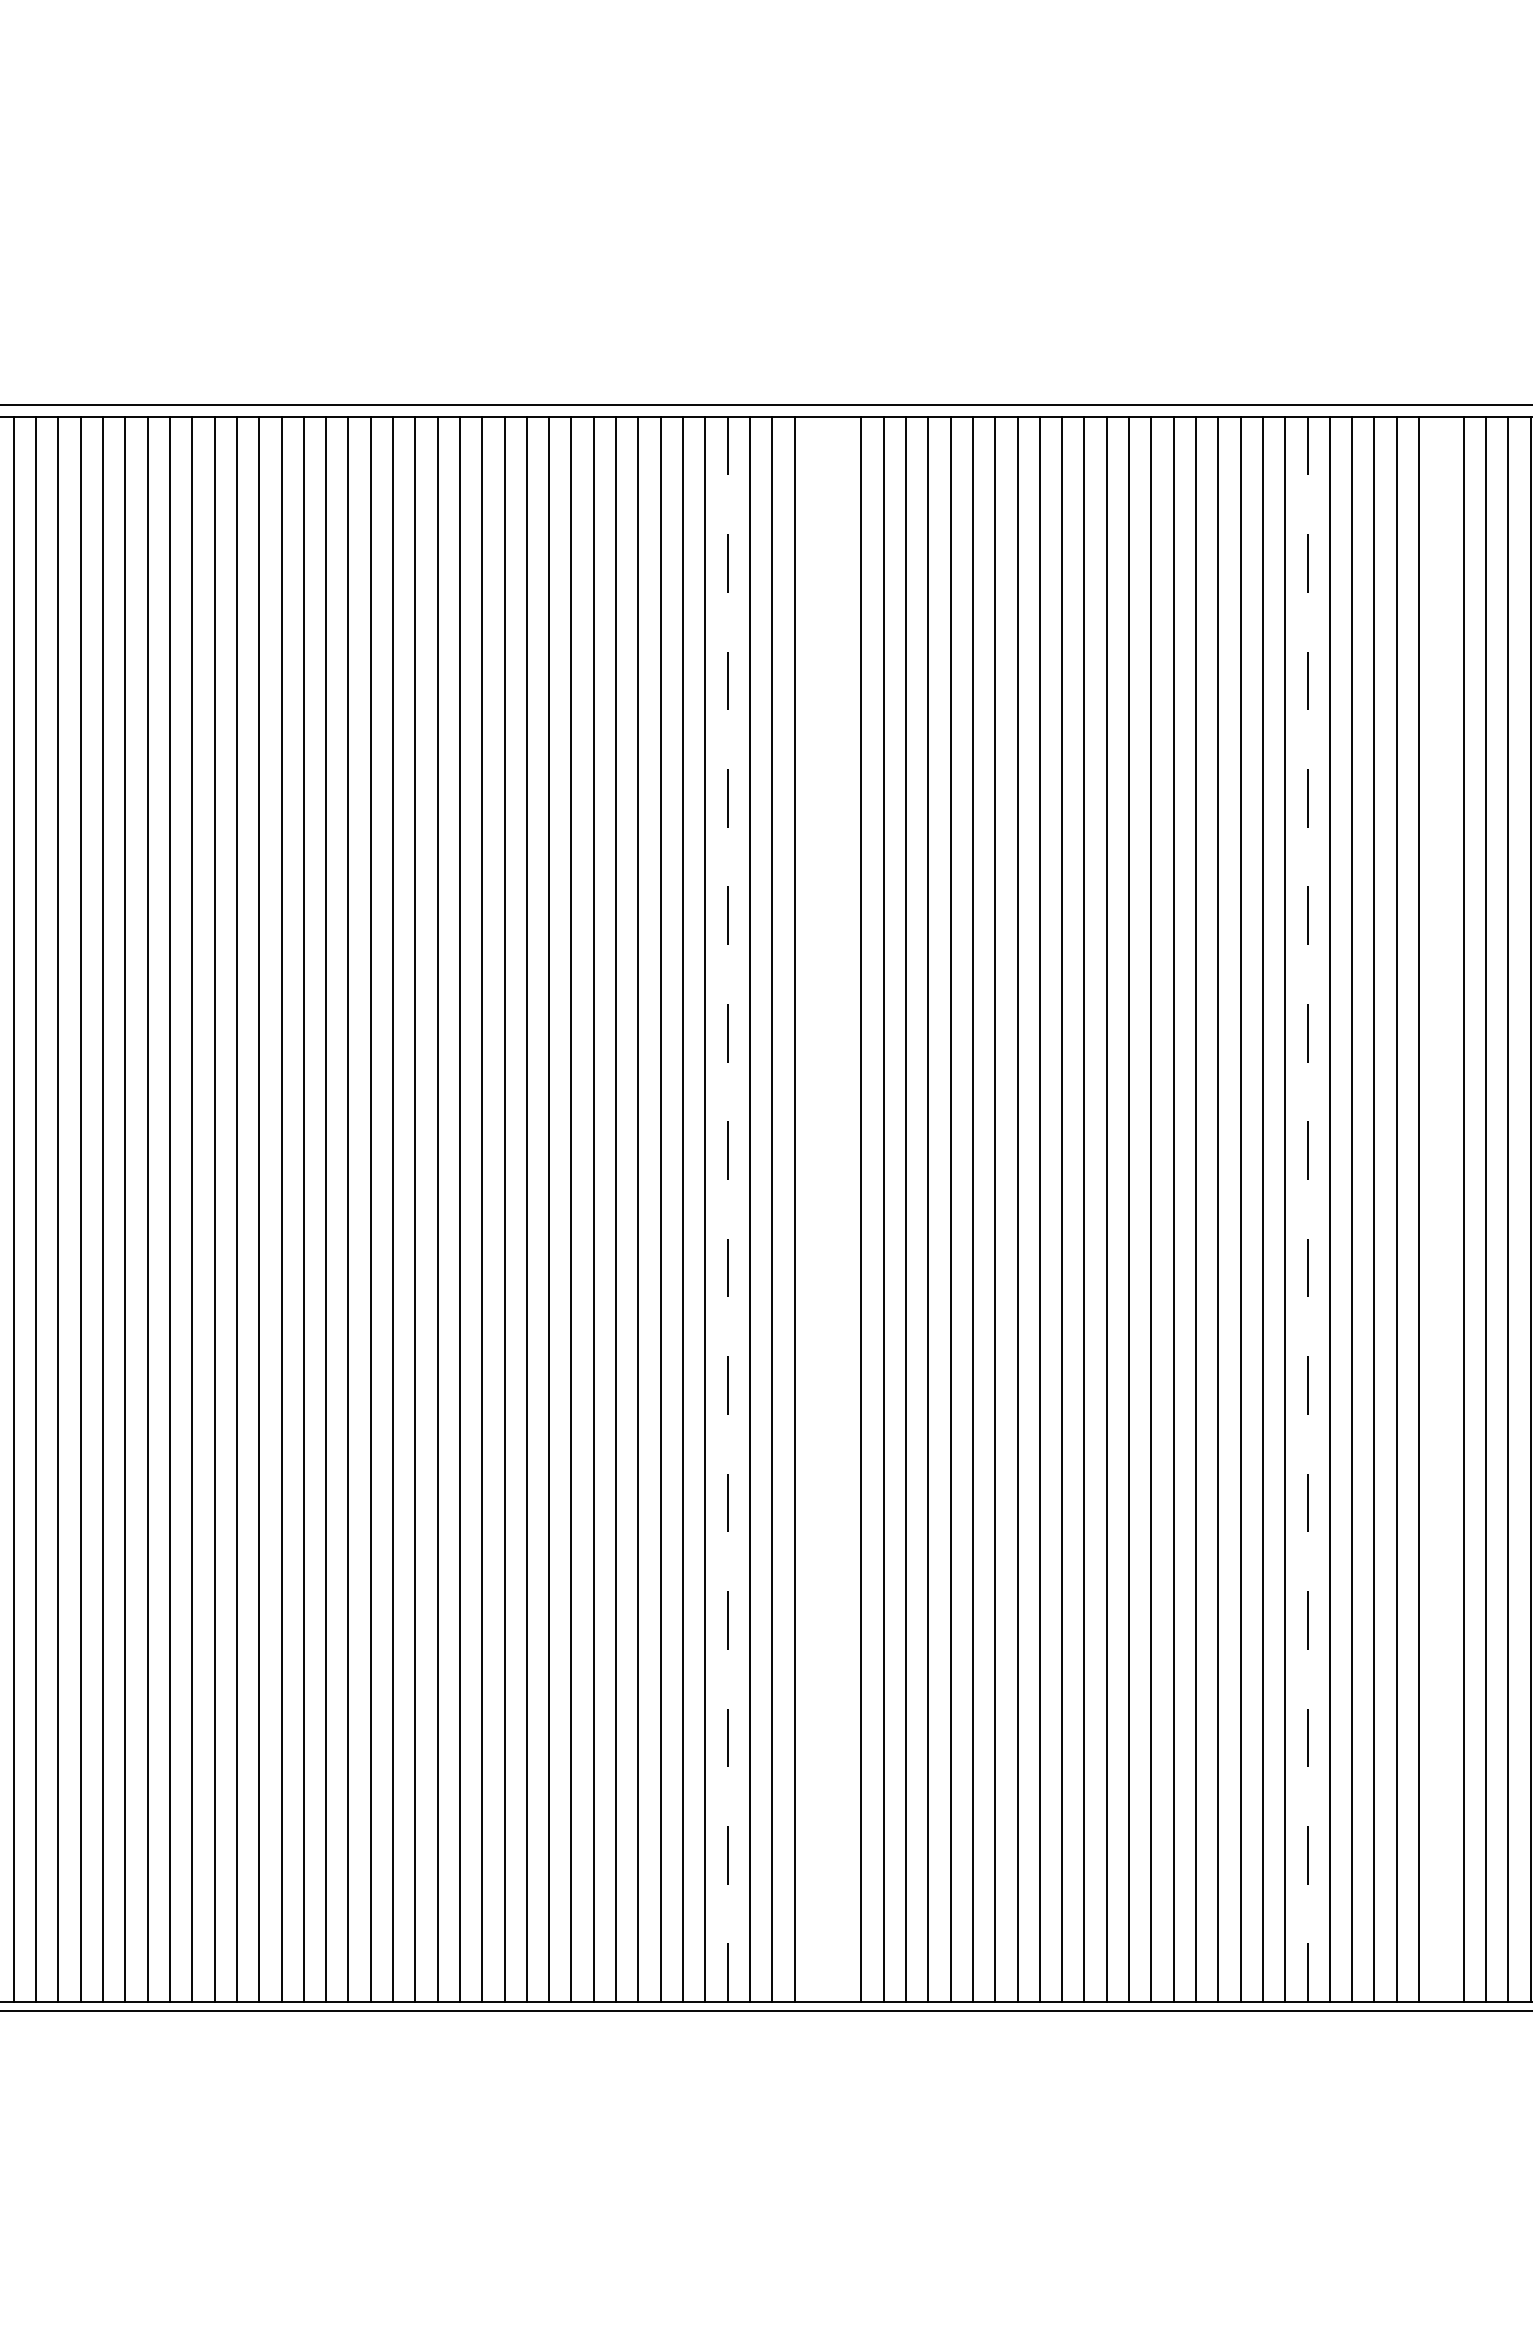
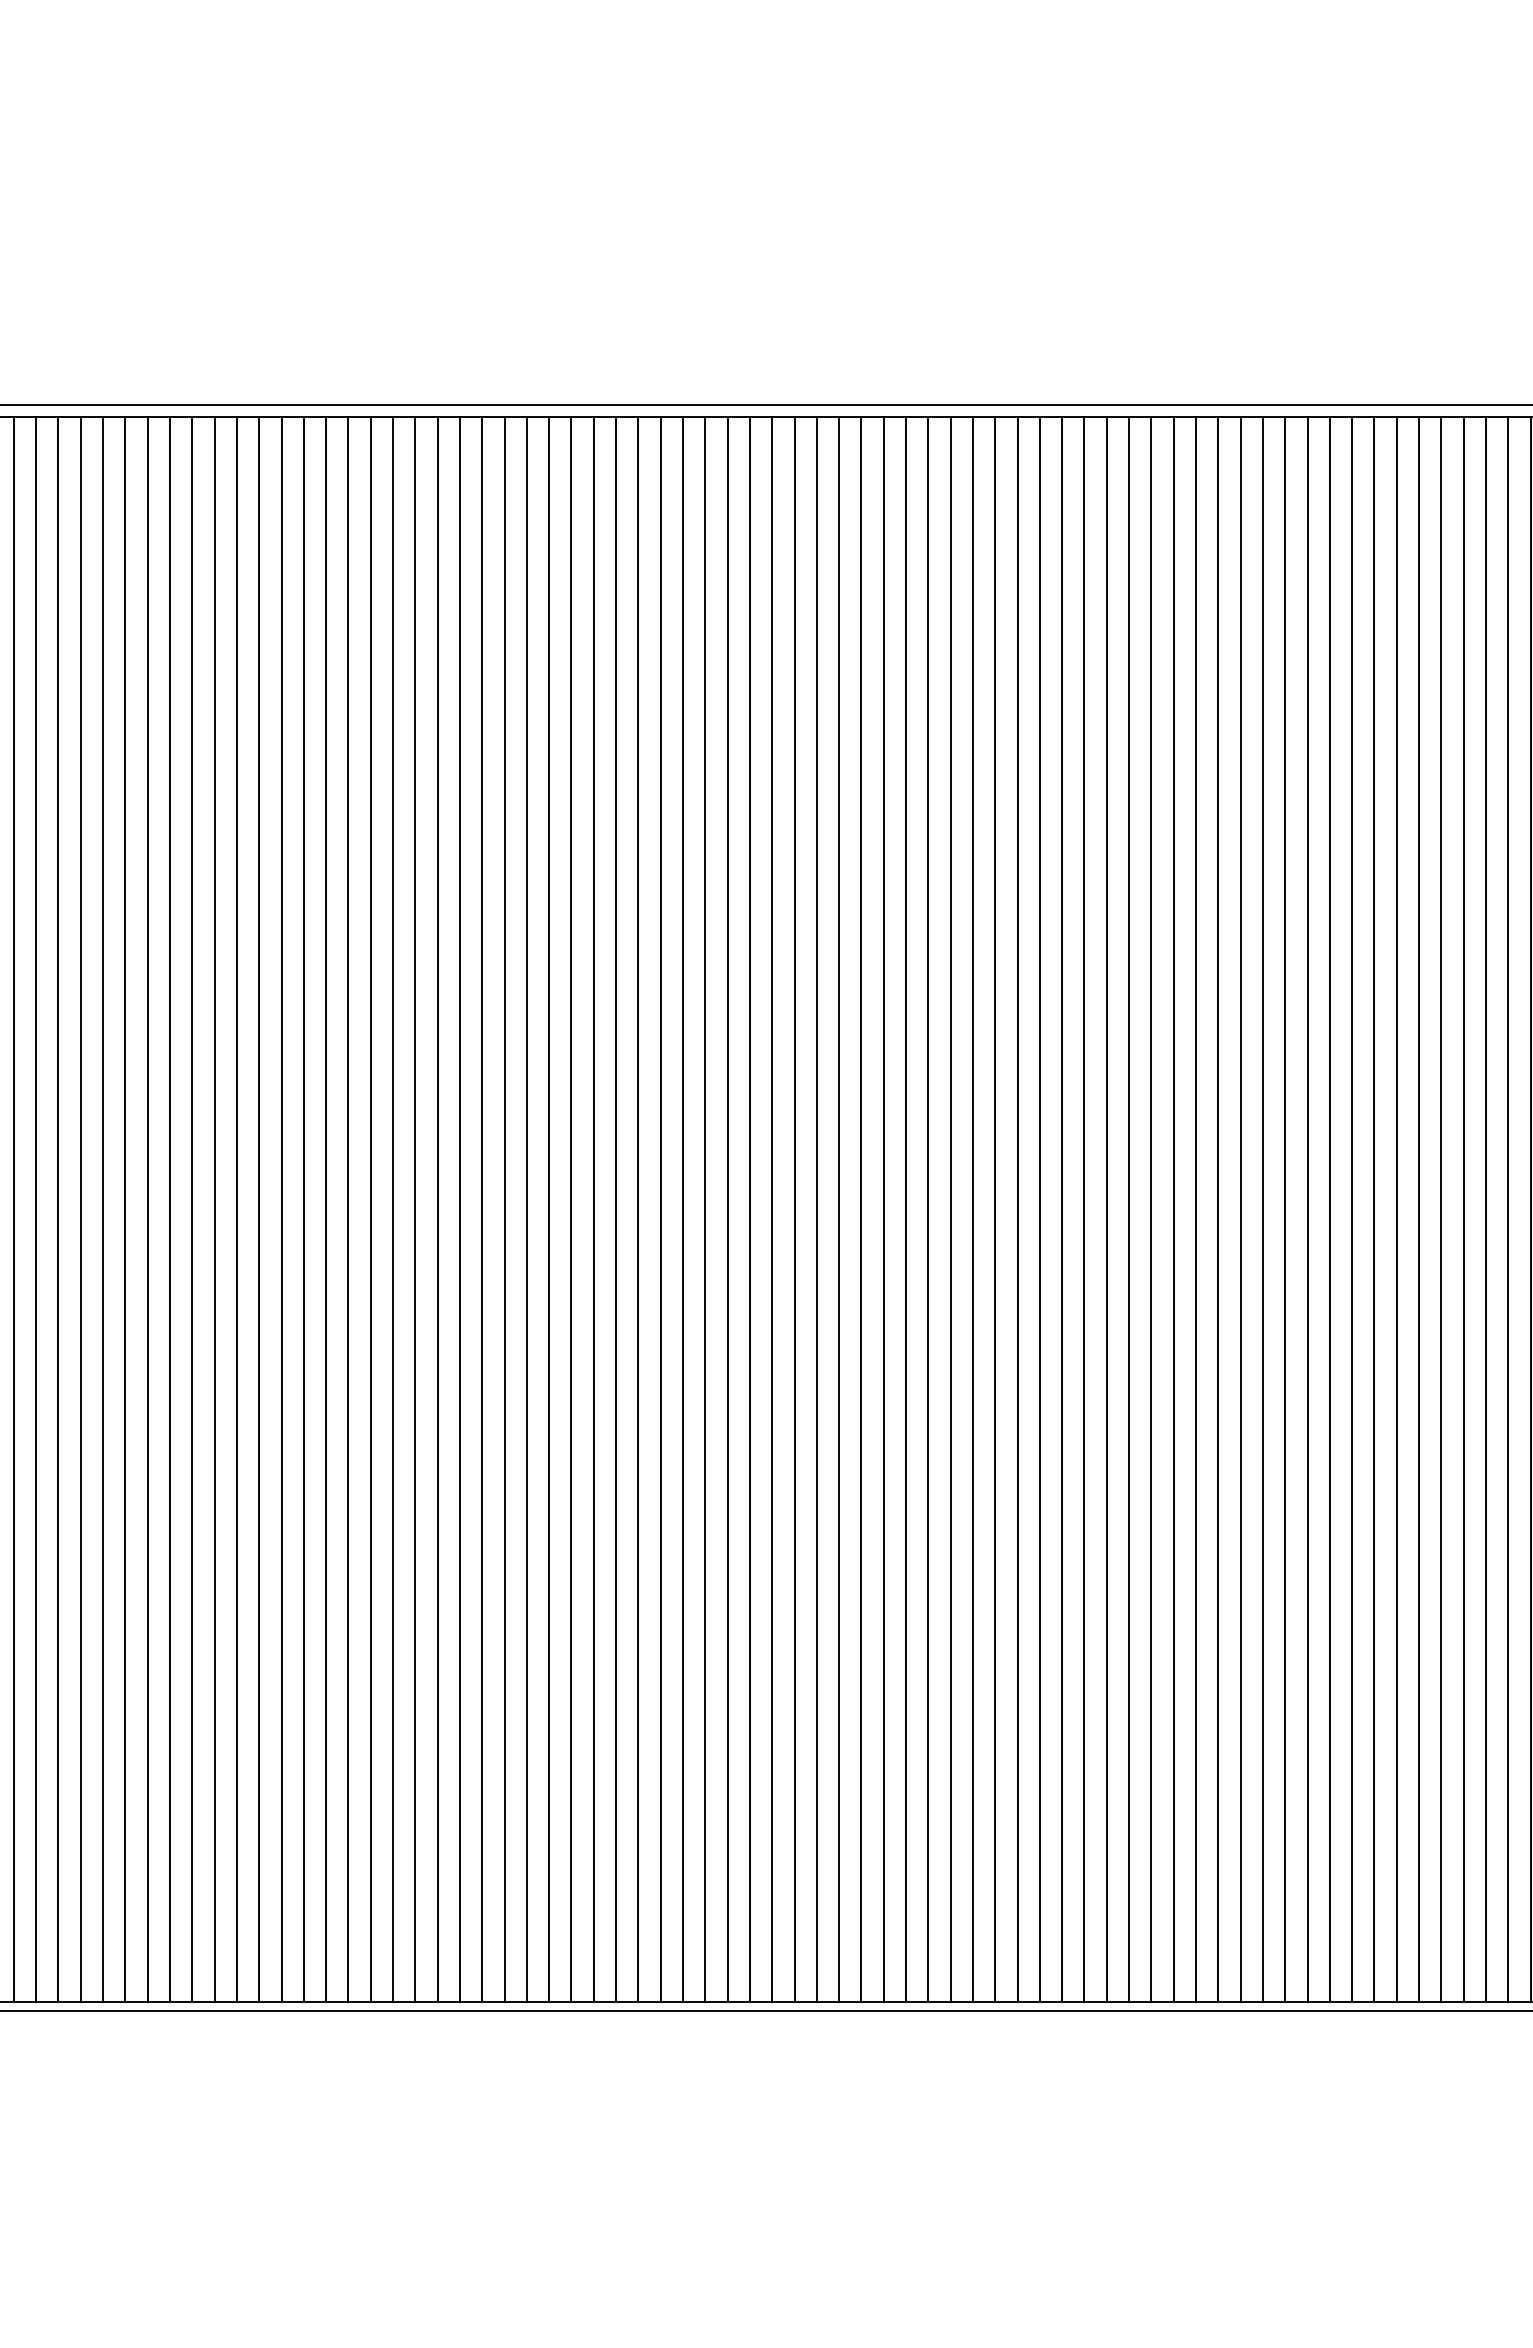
line at (727, 1209): dashed -> solid
line at (816, 1209): none -> present
line at (839, 1209): none -> present
line at (1307, 1209): dashed -> solid
line at (1441, 1209): none -> present
